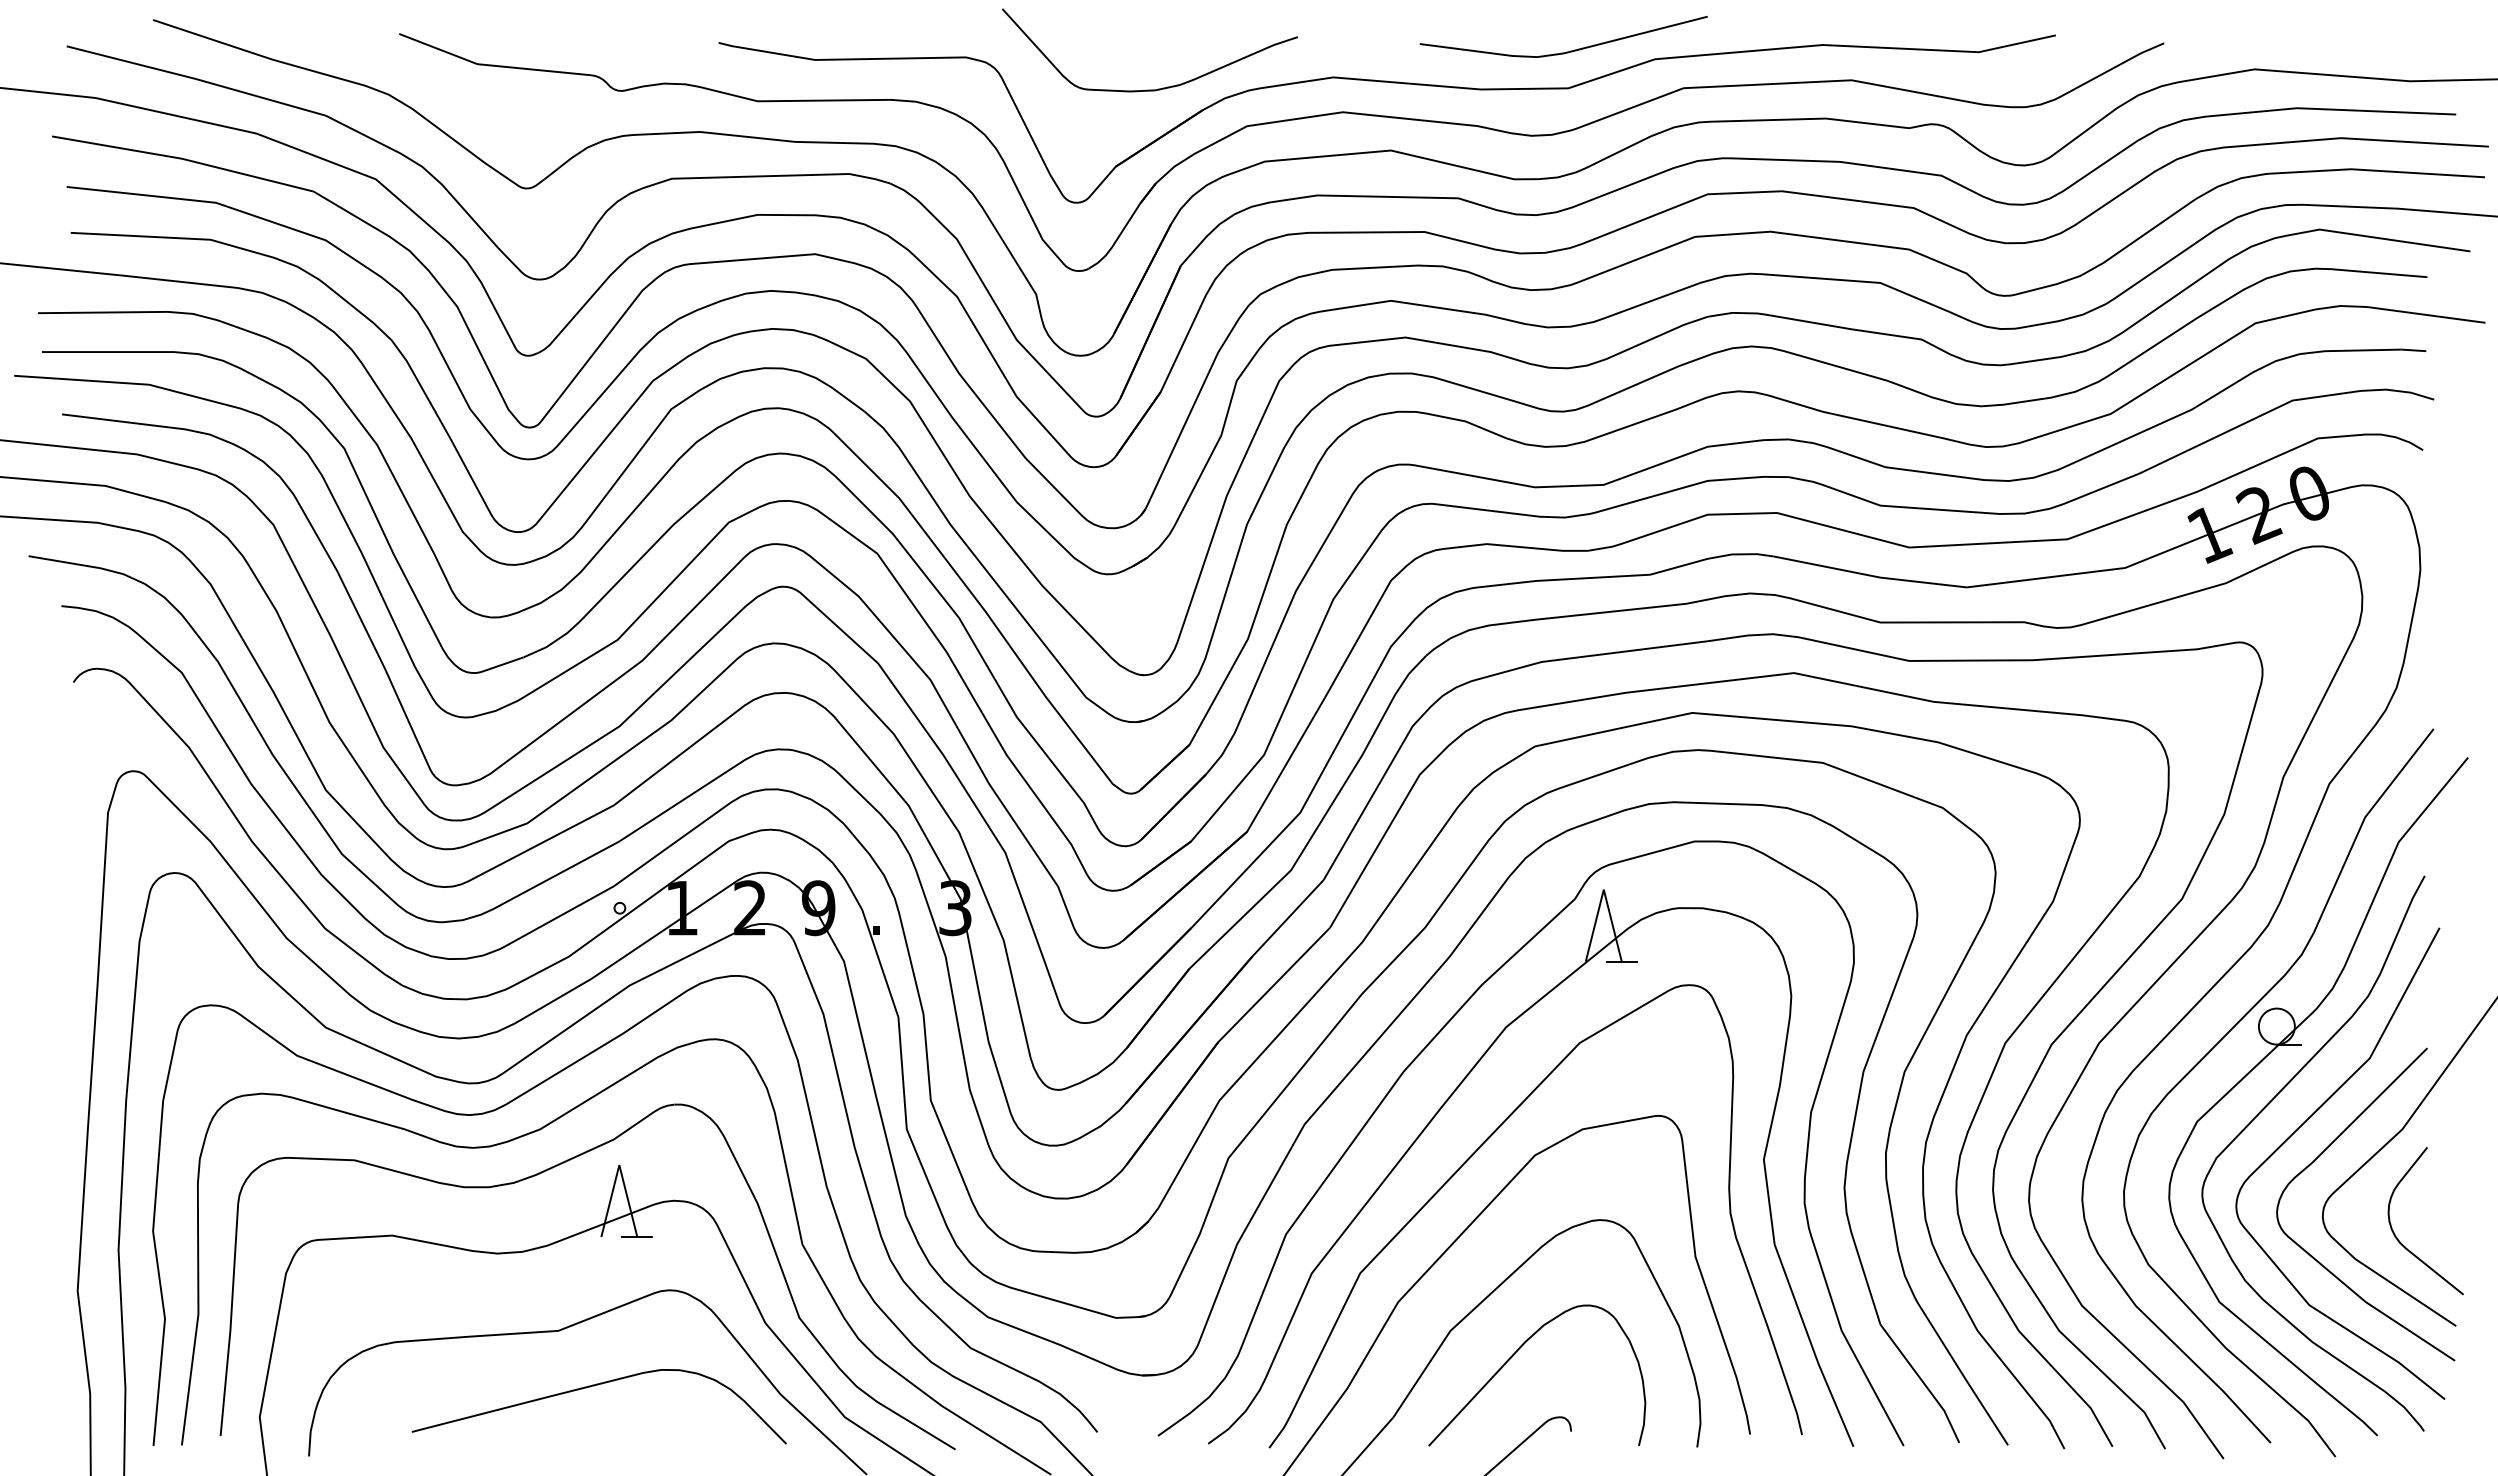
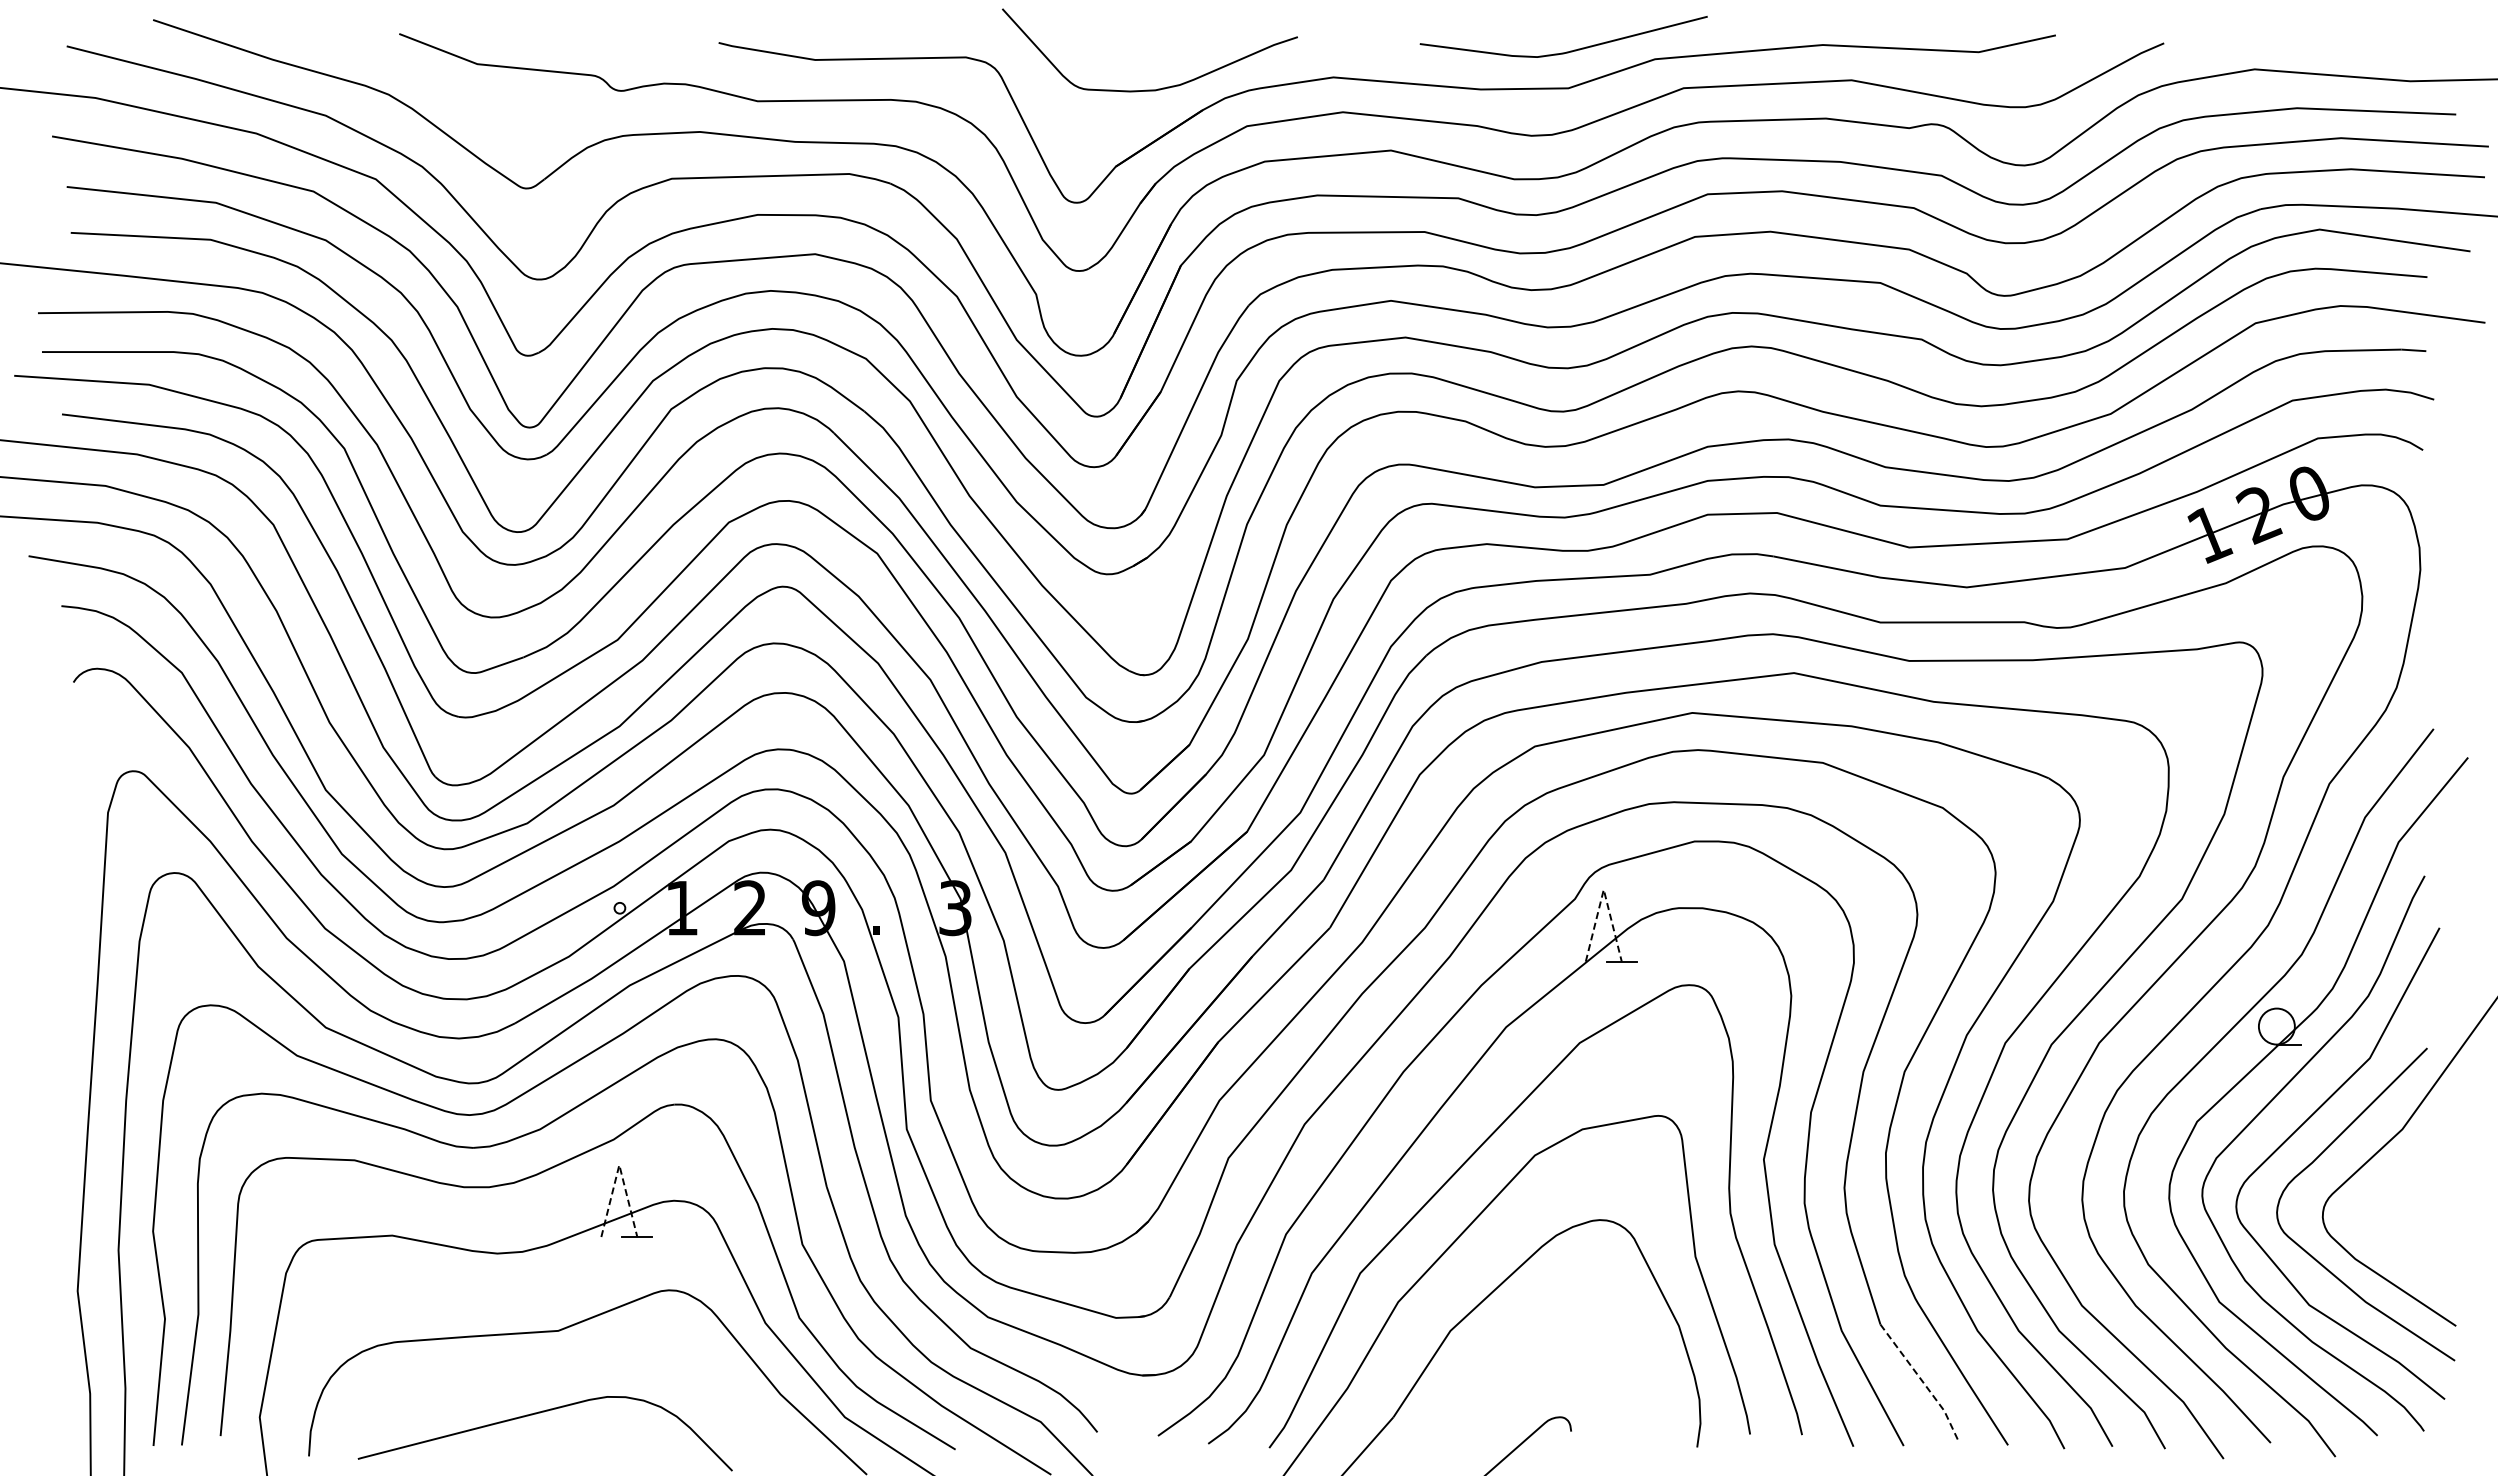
line at (1603, 889): solid -> dashed
line at (619, 1165): solid -> dashed
curve at (2402, 1243): present -> none
part at (1515, 1354): present -> none
line at (1923, 1382): solid -> dashed
curve at (594, 1386) position: (594, 1386) -> (540, 1413)
